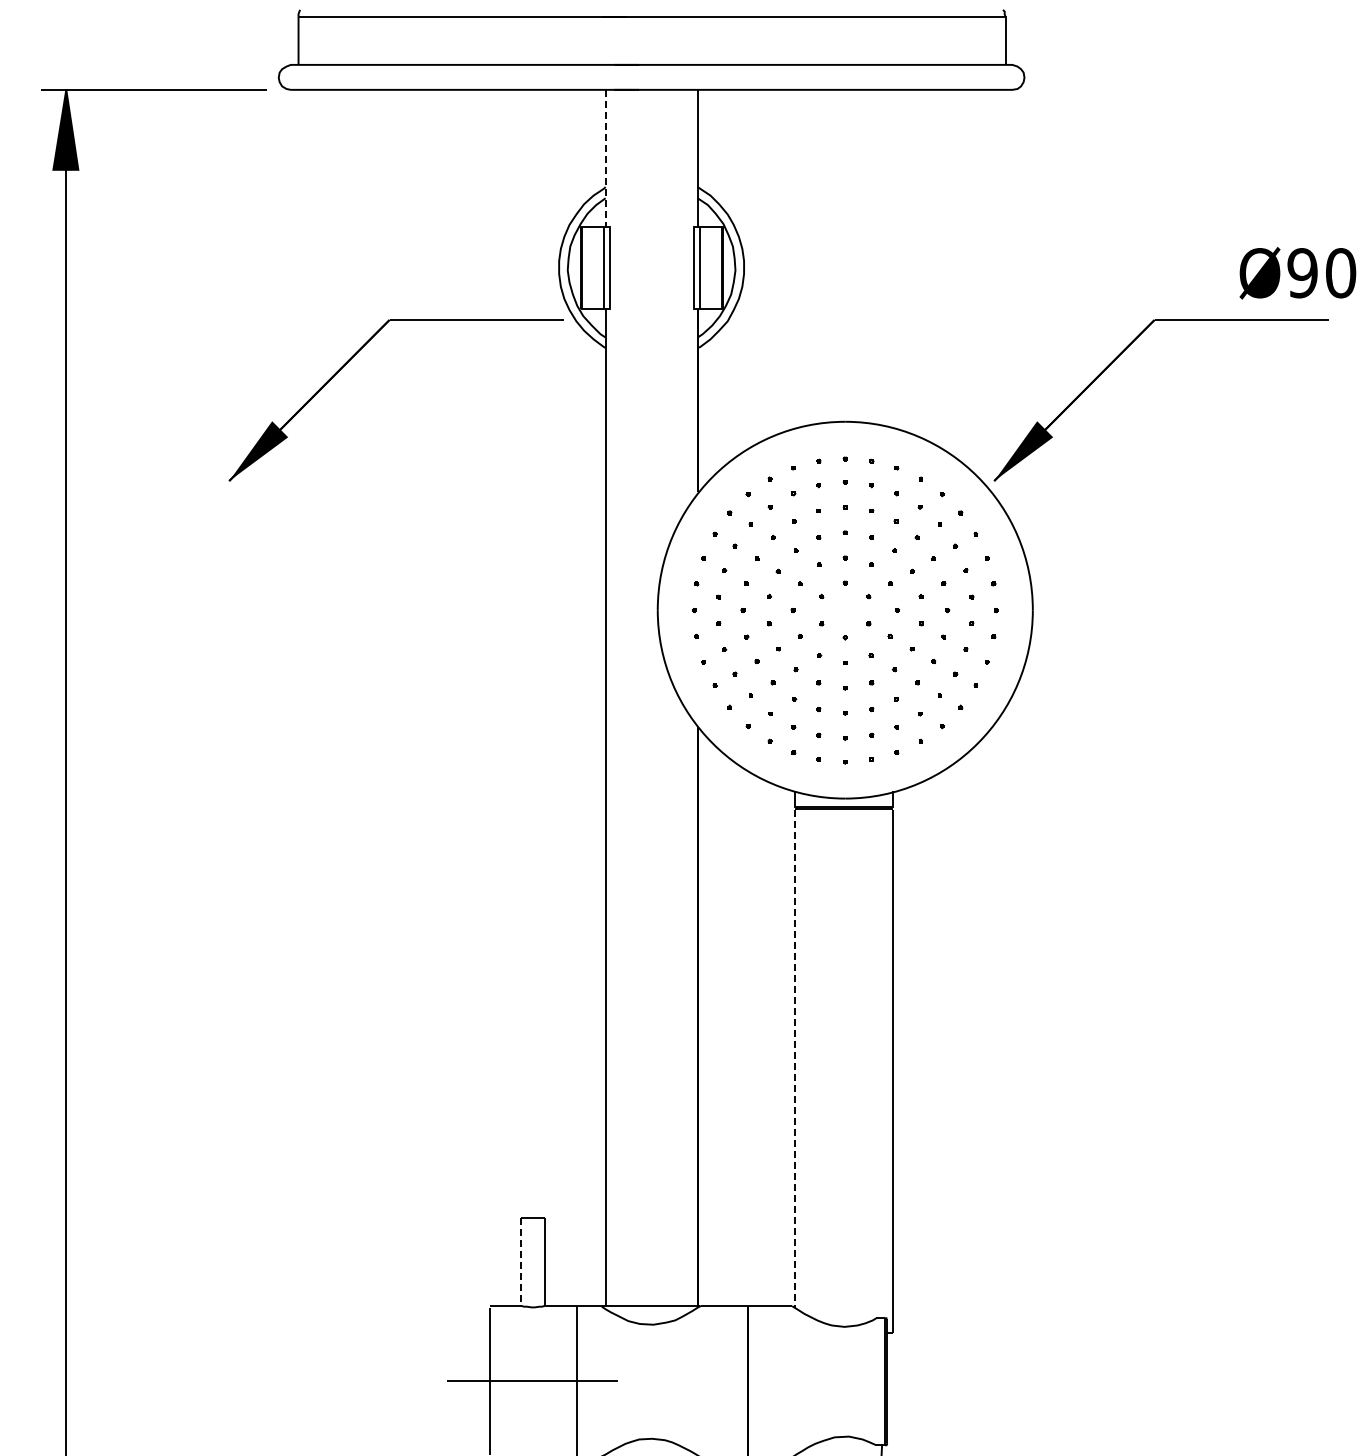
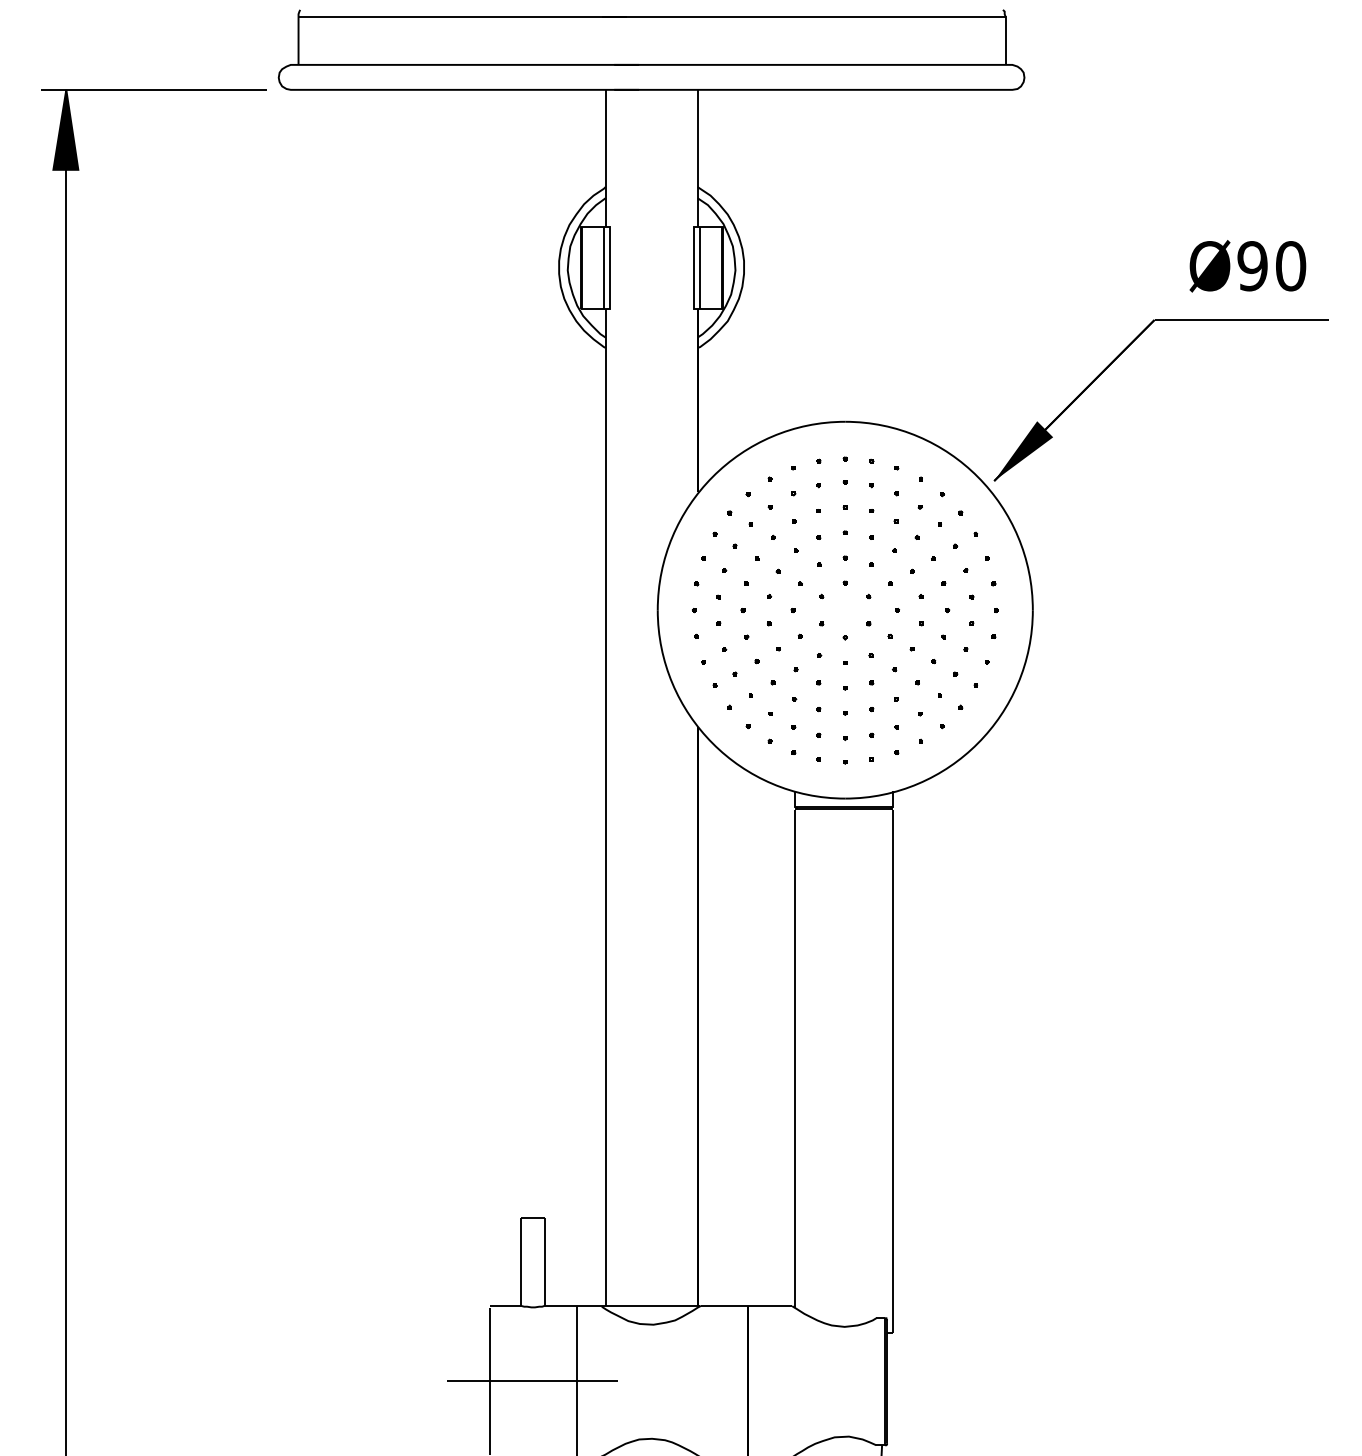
line at (605, 158): dashed -> solid
text at (1297, 273) position: (1297, 273) -> (1247, 266)
part at (353, 357): present -> none
line at (795, 1059): dashed -> solid
line at (520, 1262): dashed -> solid
